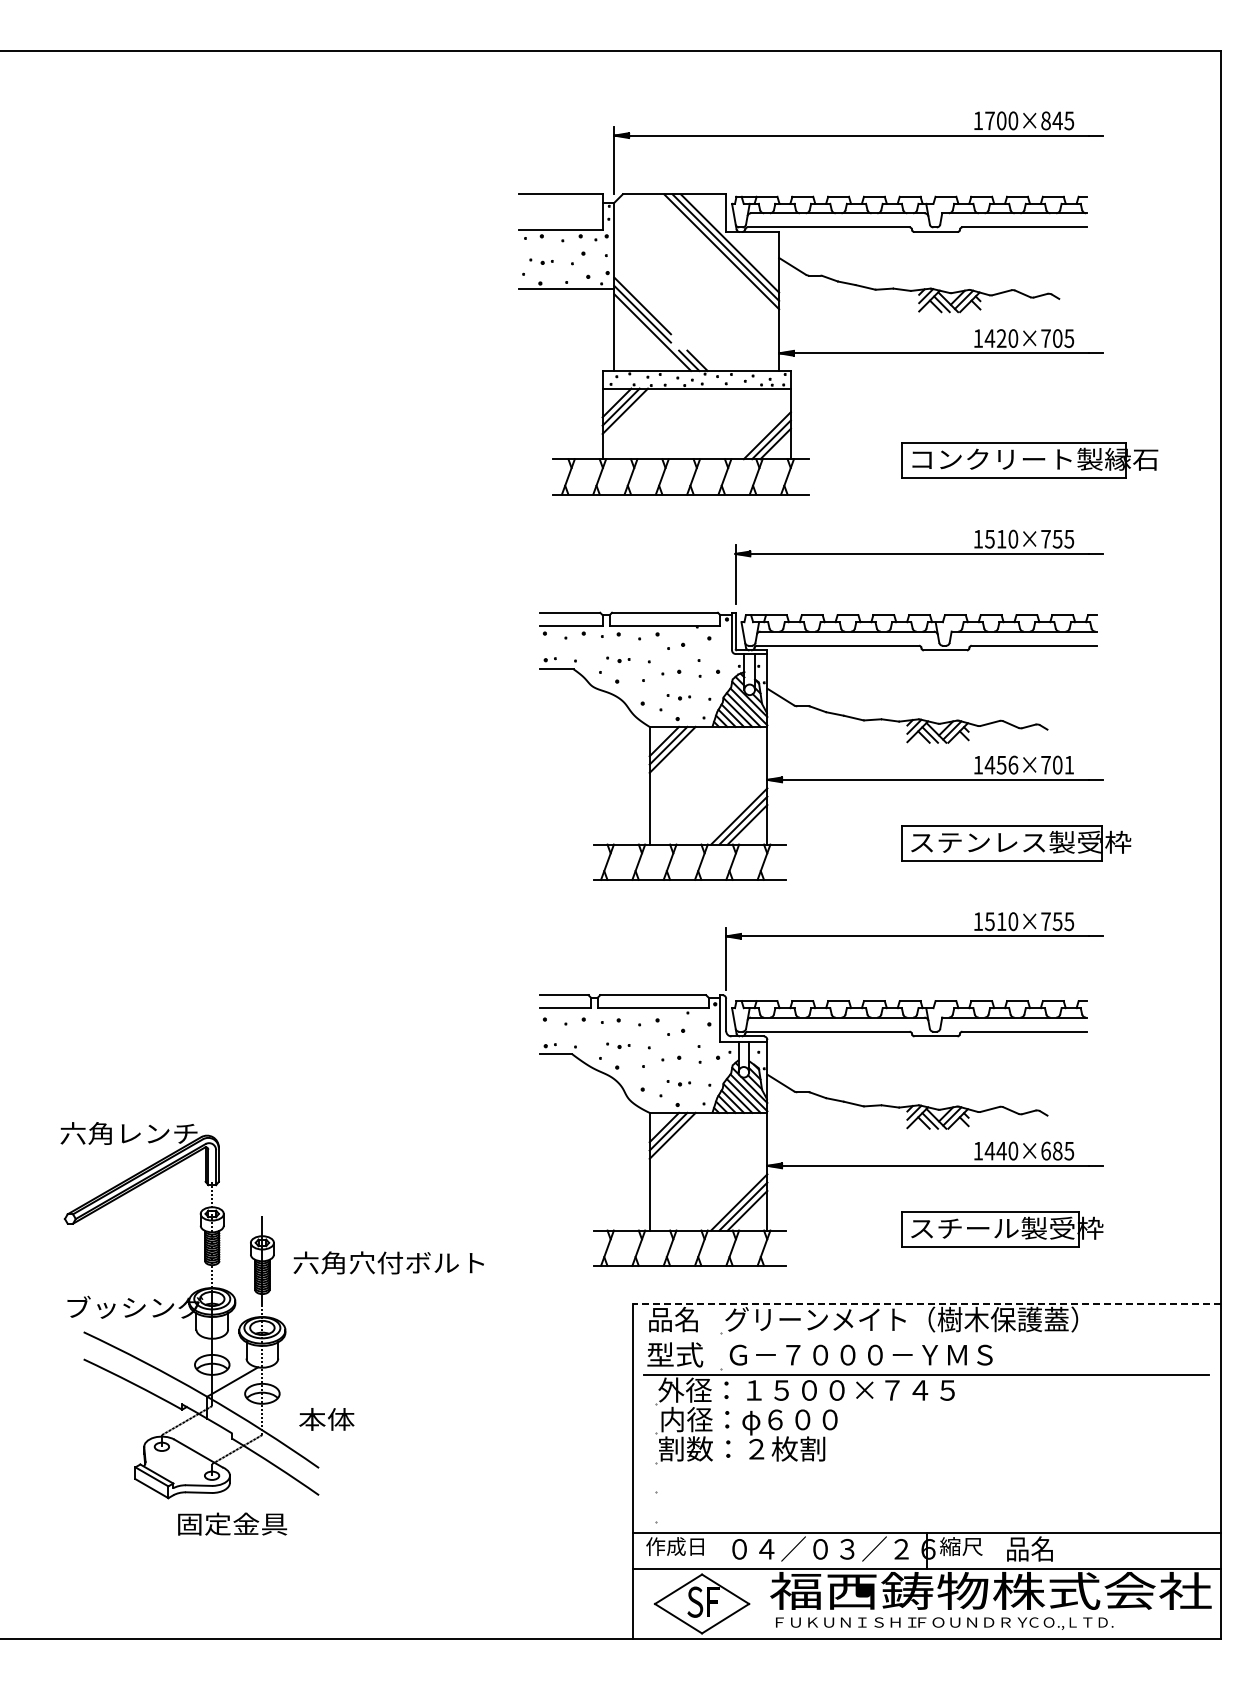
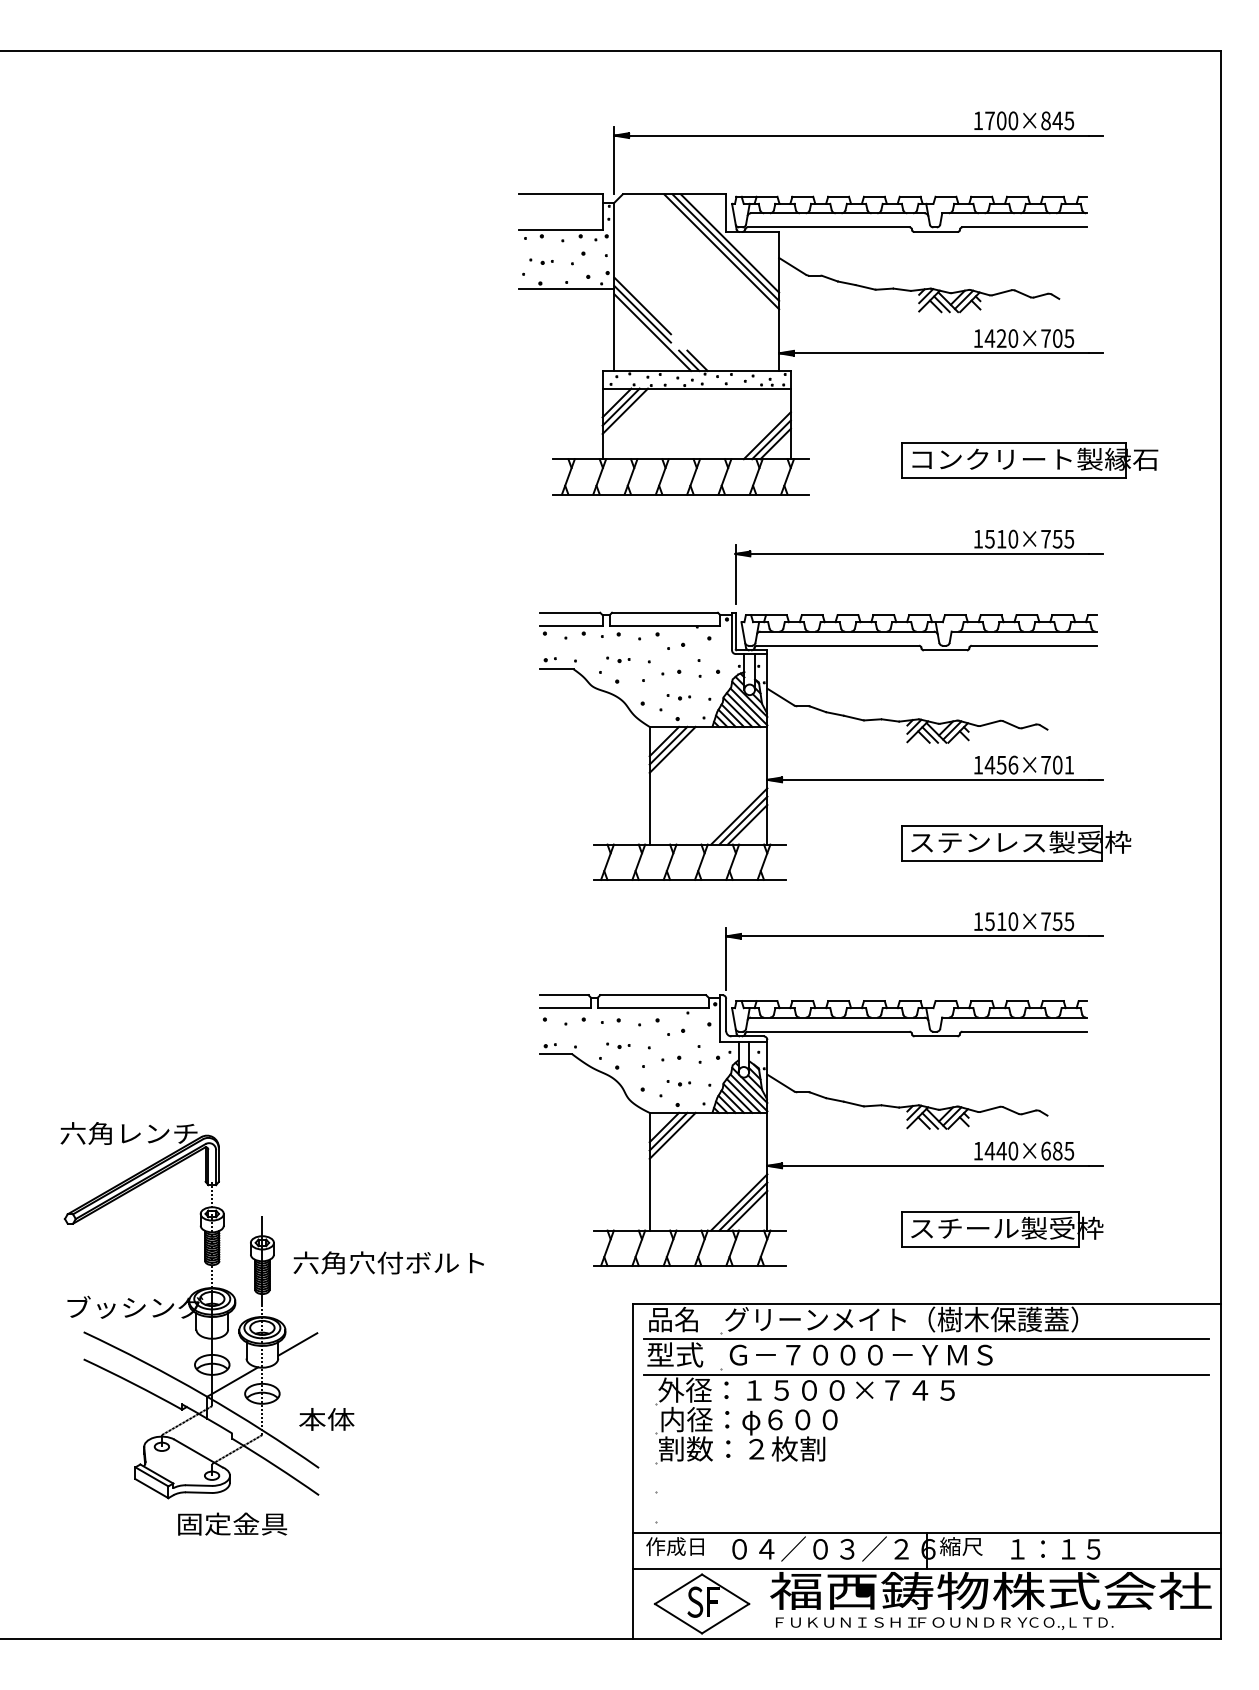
line at (926, 1303): dashed -> solid
line at (926, 1339): none -> present
line at (297, 1344): none -> present
text at (1053, 1548): 品名 -> １：１５
